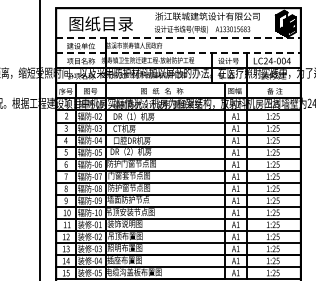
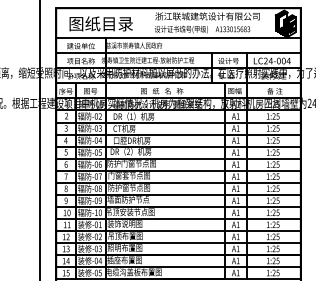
line at (178, 38): dashed -> solid
line at (178, 53): dashed -> solid
